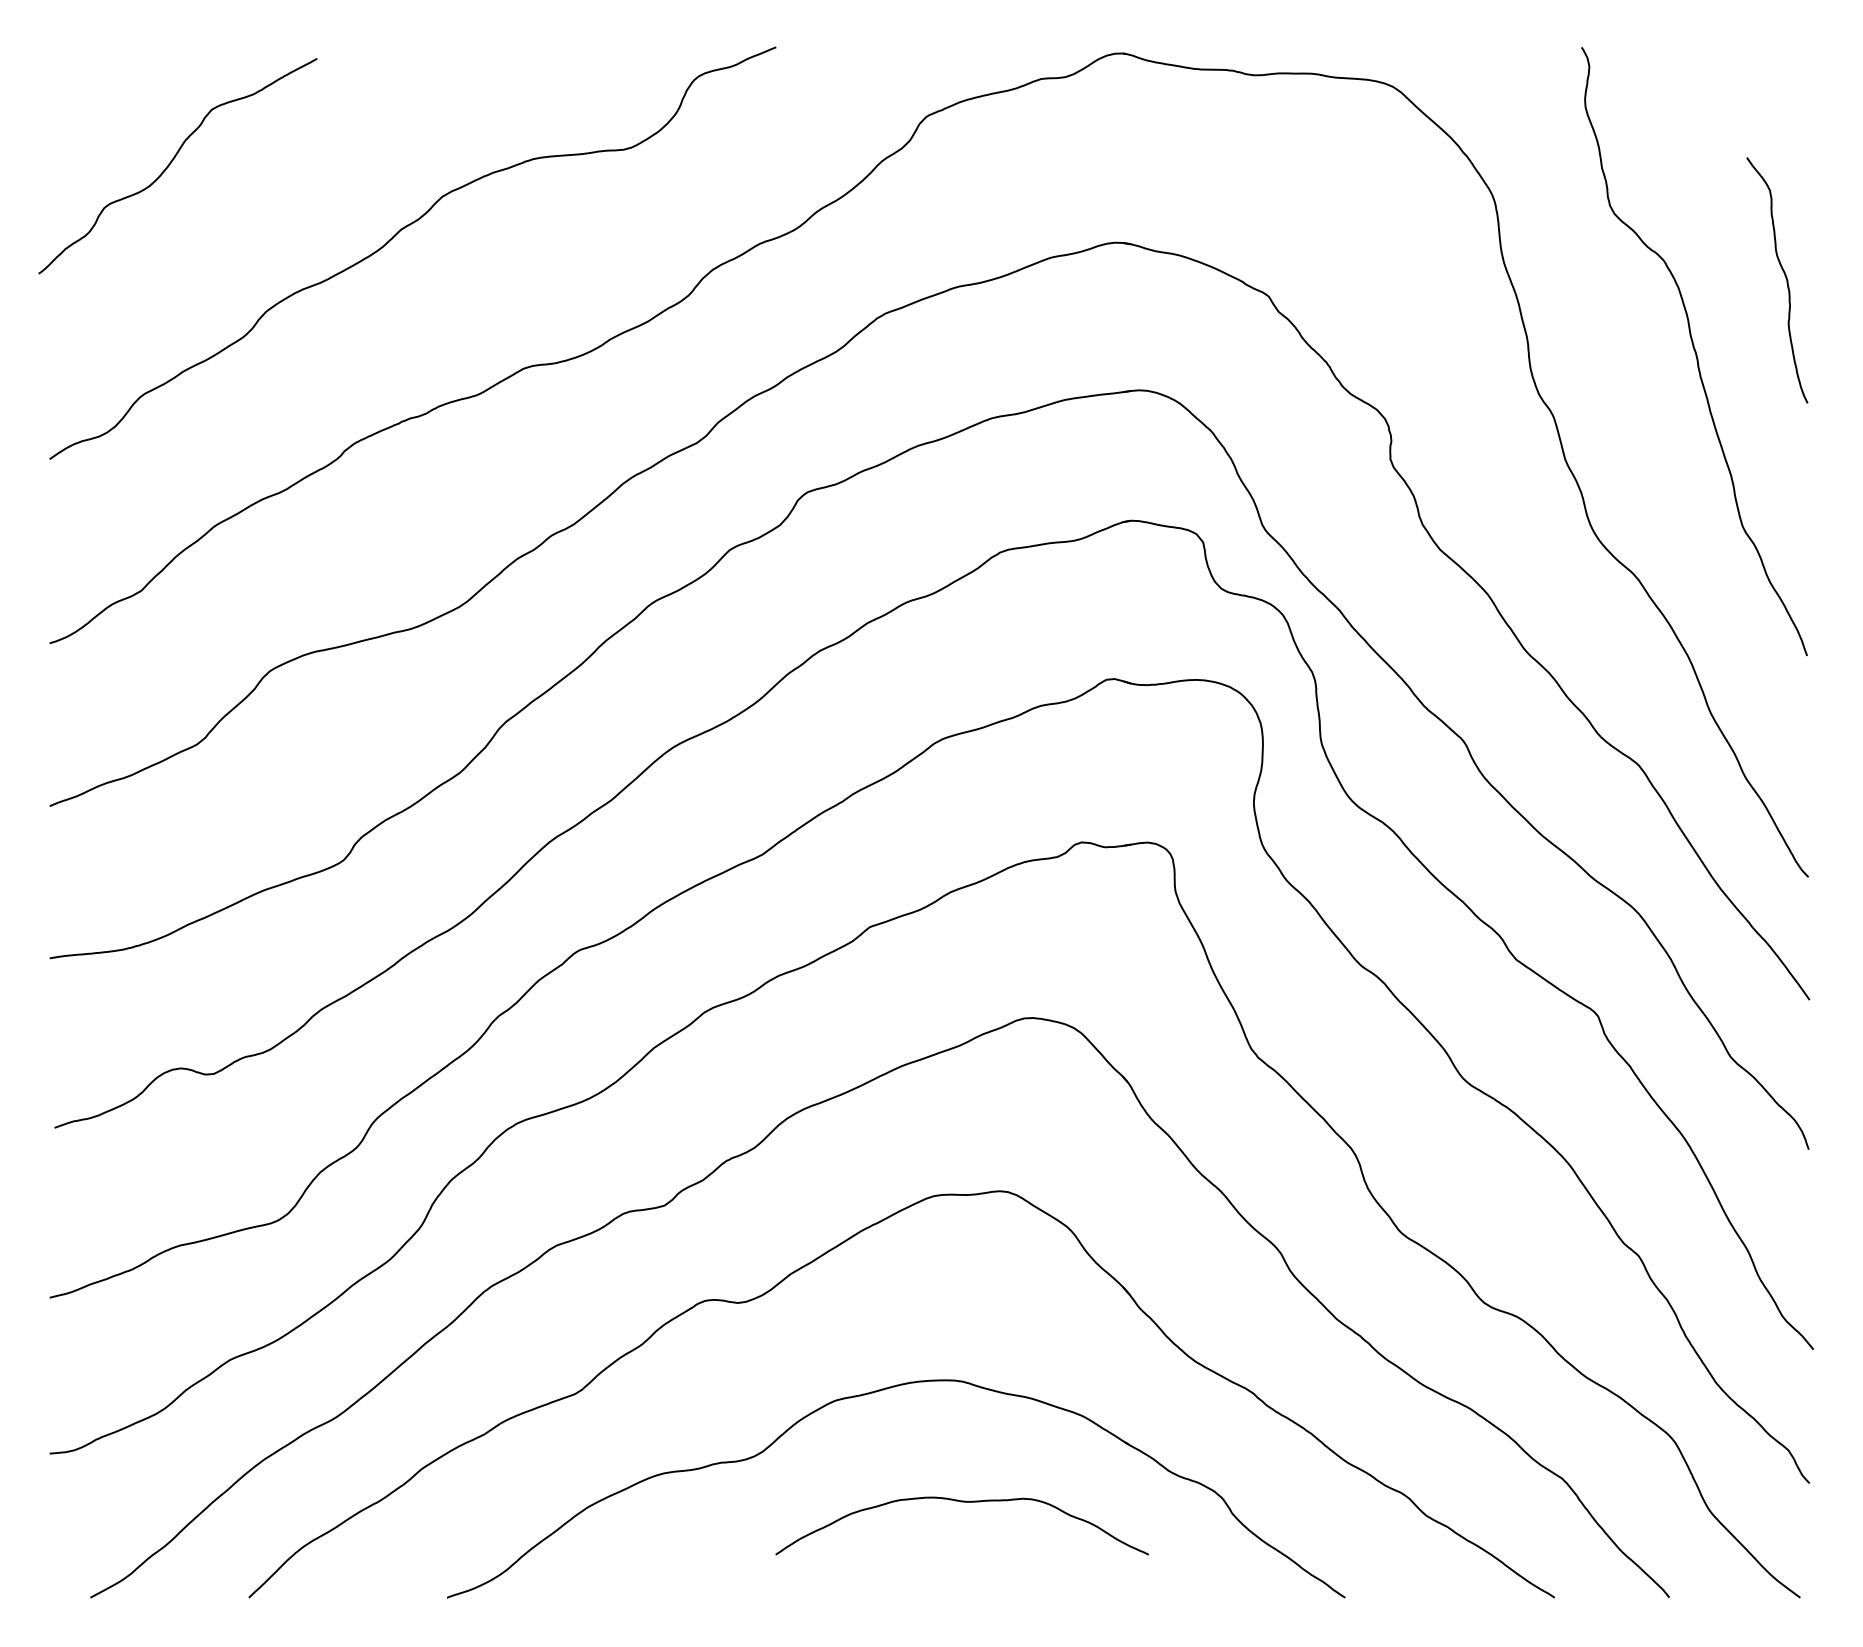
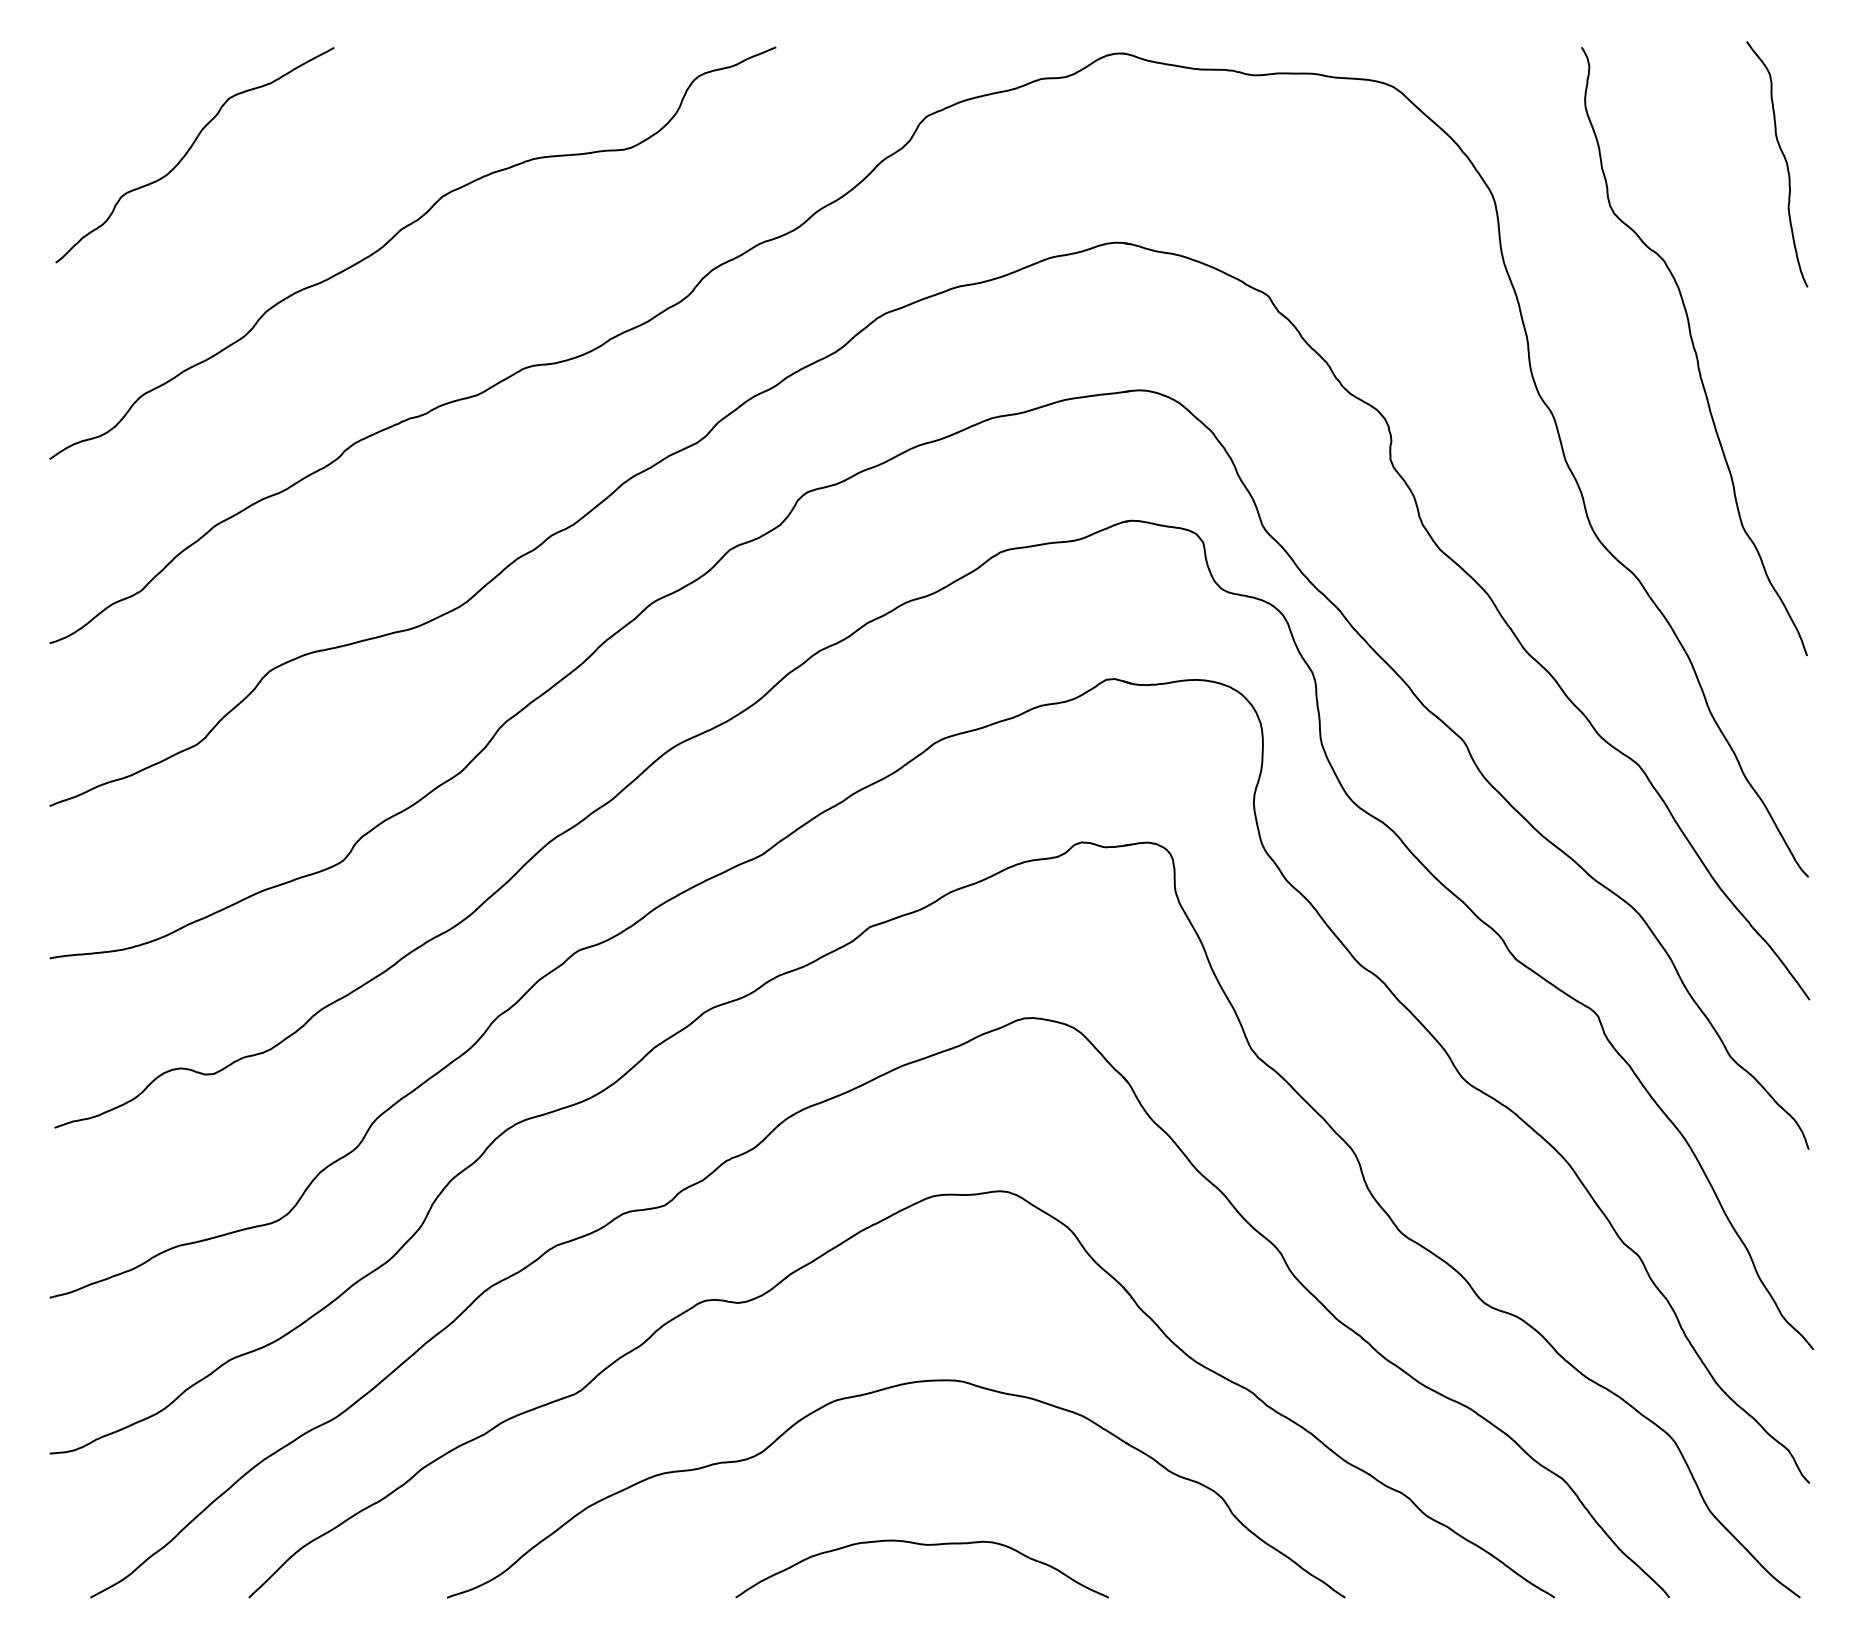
curve at (171, 163) position: (171, 163) -> (188, 152)
curve at (1785, 278) position: (1785, 278) -> (1785, 162)
curve at (961, 1502) position: (961, 1502) -> (921, 1545)
